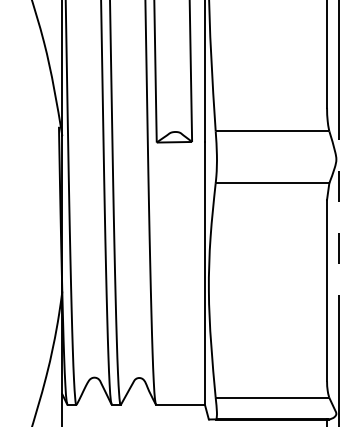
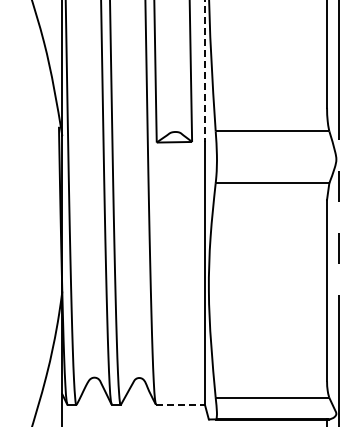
line at (204, 71): solid -> dashed
line at (181, 404): solid -> dashed
